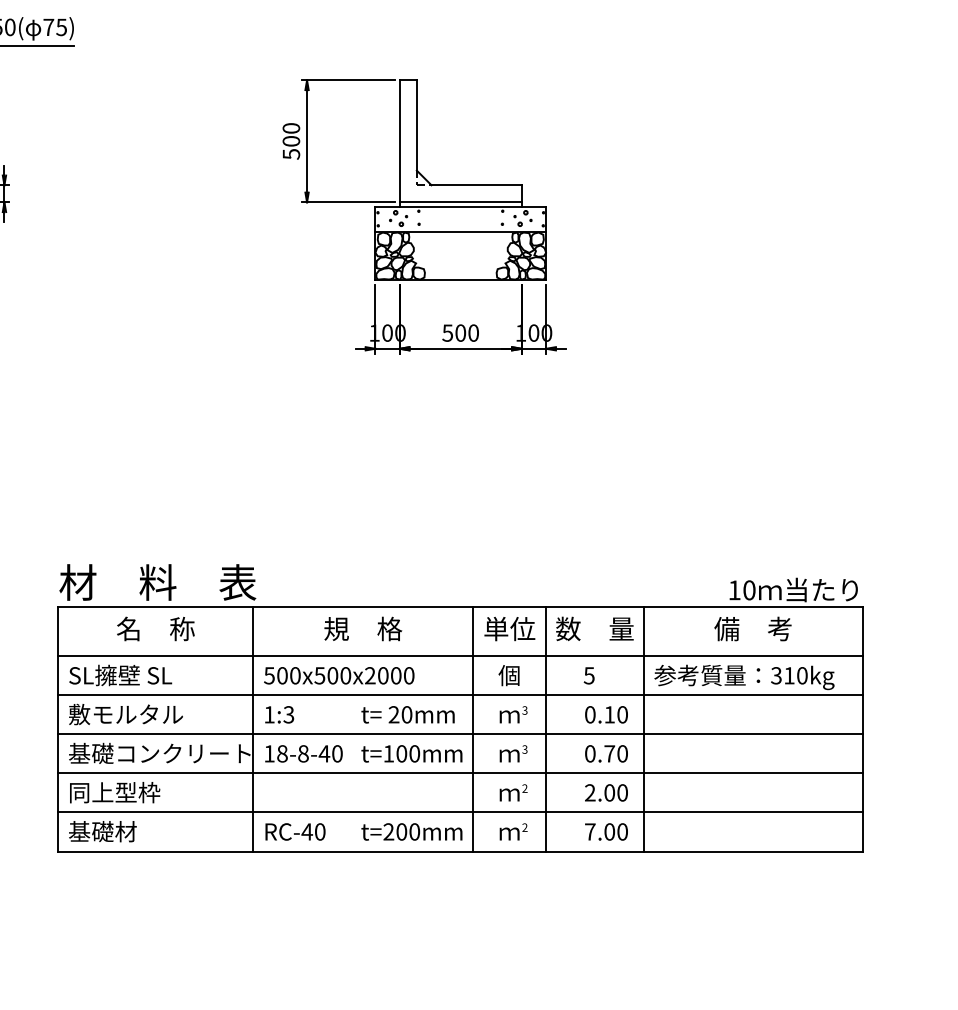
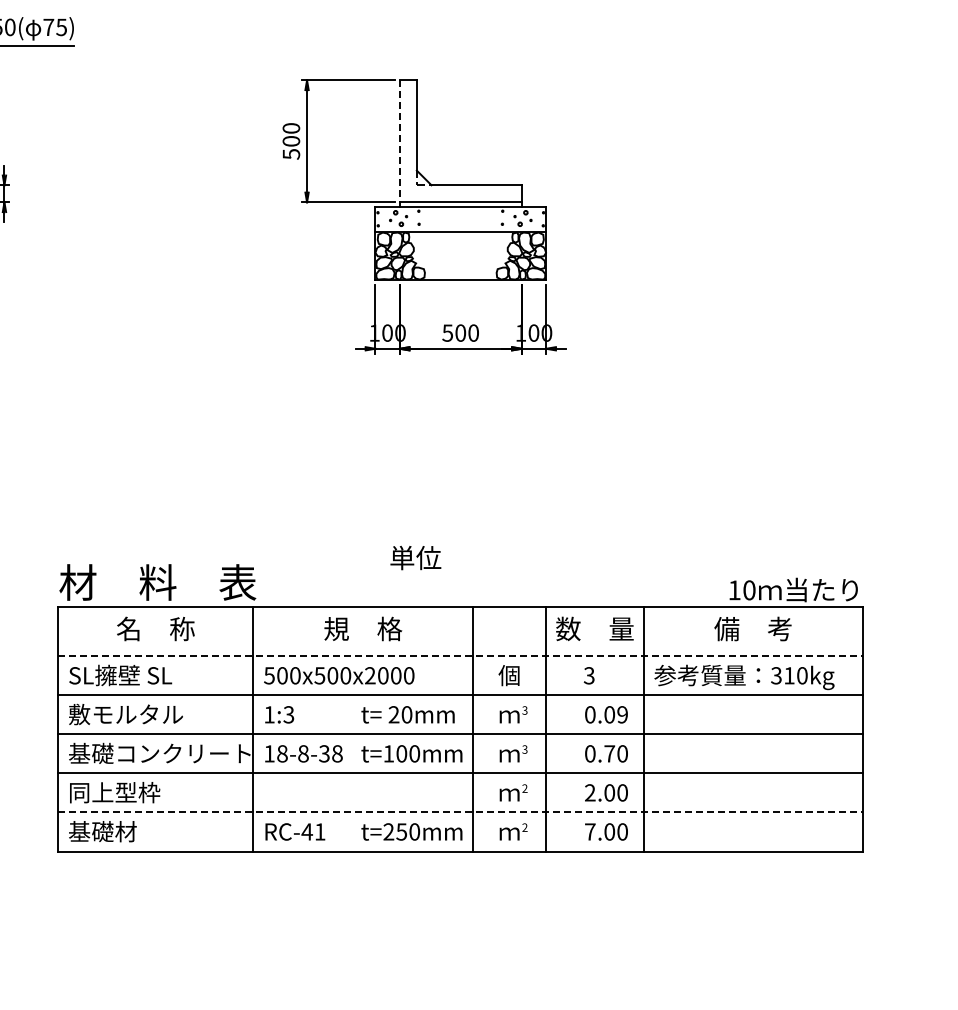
line at (399, 141): solid -> dashed
text at (509, 628) position: (509, 628) -> (415, 557)
line at (460, 656): solid -> dashed
text at (589, 675): 5 -> 3
text at (615, 714): 0.10 -> 0.09
text at (330, 753): 18-8-40 -> 18-8-38
line at (460, 812): solid -> dashed
text at (320, 831): RC-40 -> RC-41
text at (401, 831): t=200mm -> t=250mm
